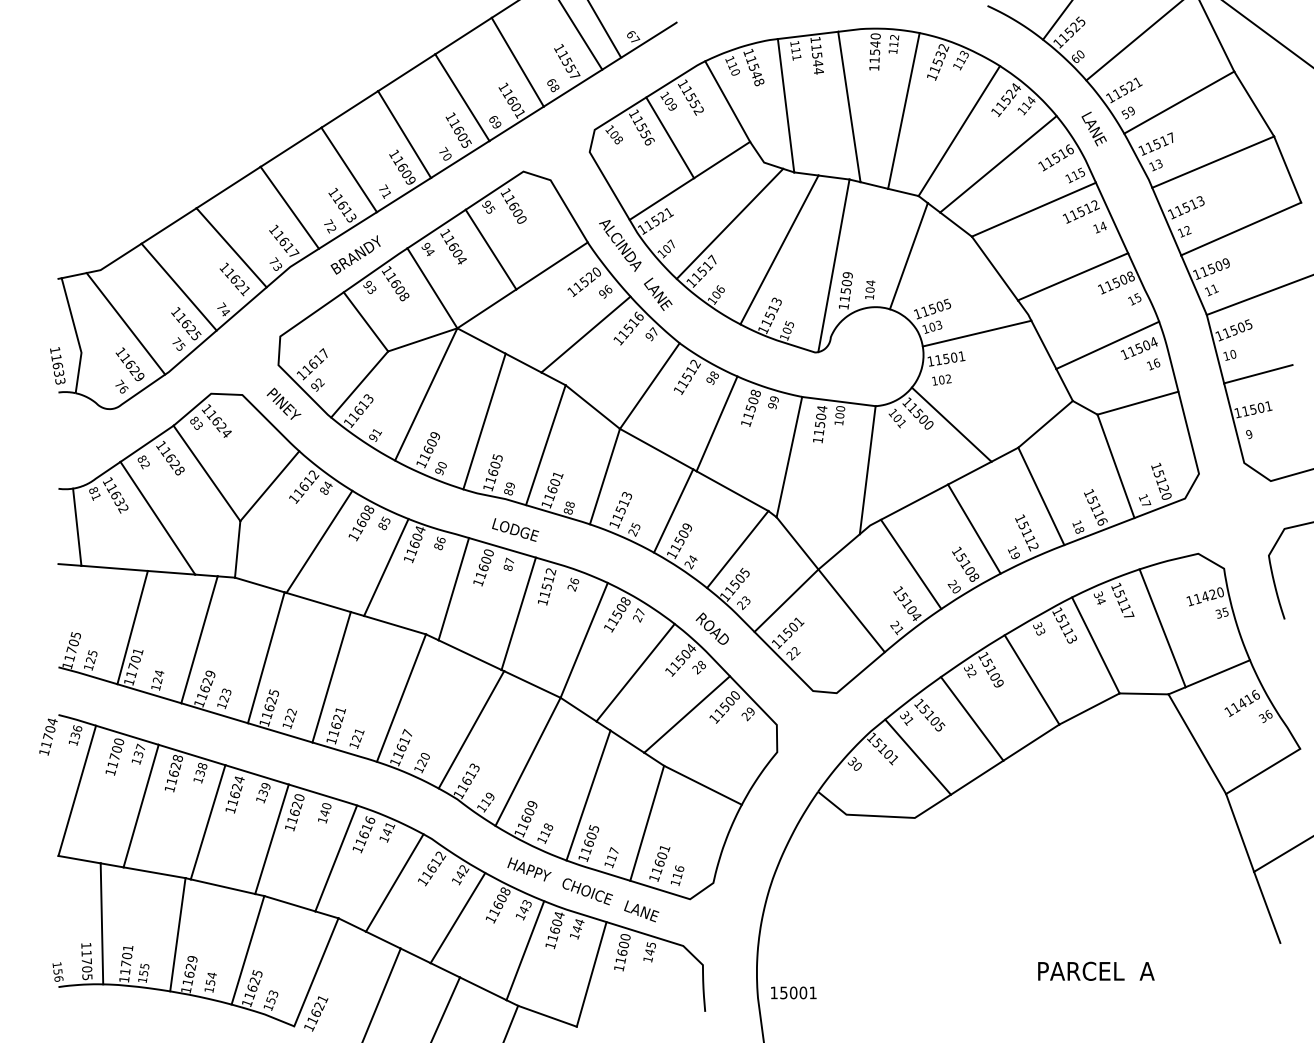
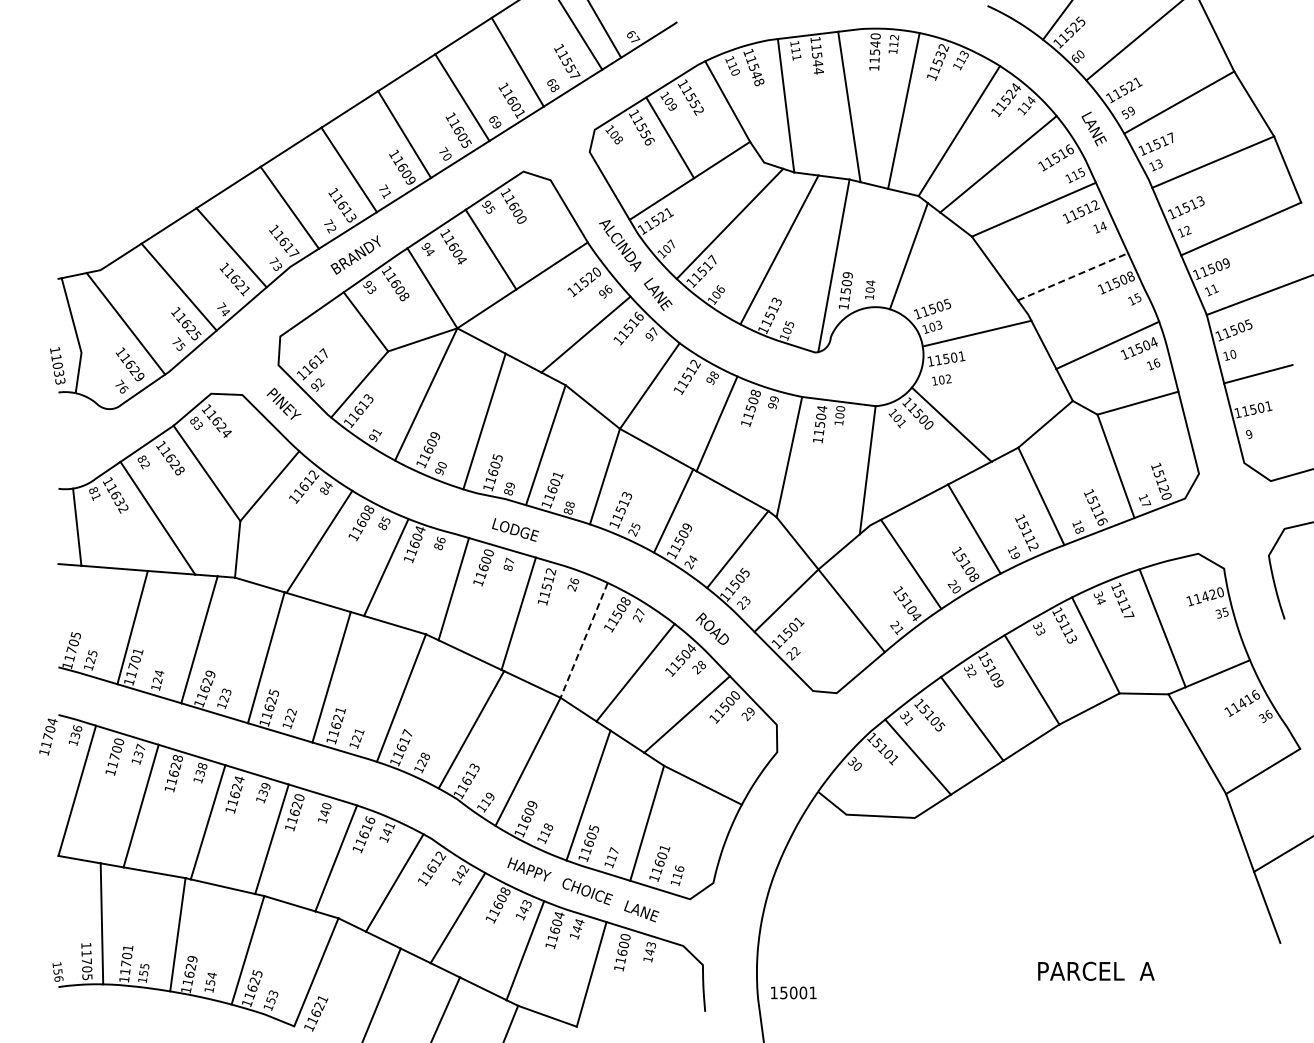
line at (1267, 33): present -> none
line at (1073, 276): solid -> dashed
text at (58, 365): 11633 -> 11033
line at (584, 640): solid -> dashed
text at (424, 756): 120 -> 128
text at (650, 944): 145 -> 143
